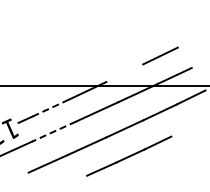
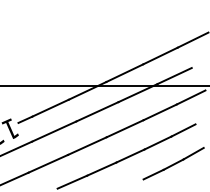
line at (191, 40): none -> present
line at (124, 73): none -> present
line at (50, 108): dashed -> solid
line at (183, 130): none -> present
line at (53, 131): dashed -> solid
part at (173, 163): none -> present
line at (15, 178): none -> present
line at (72, 181): none -> present
